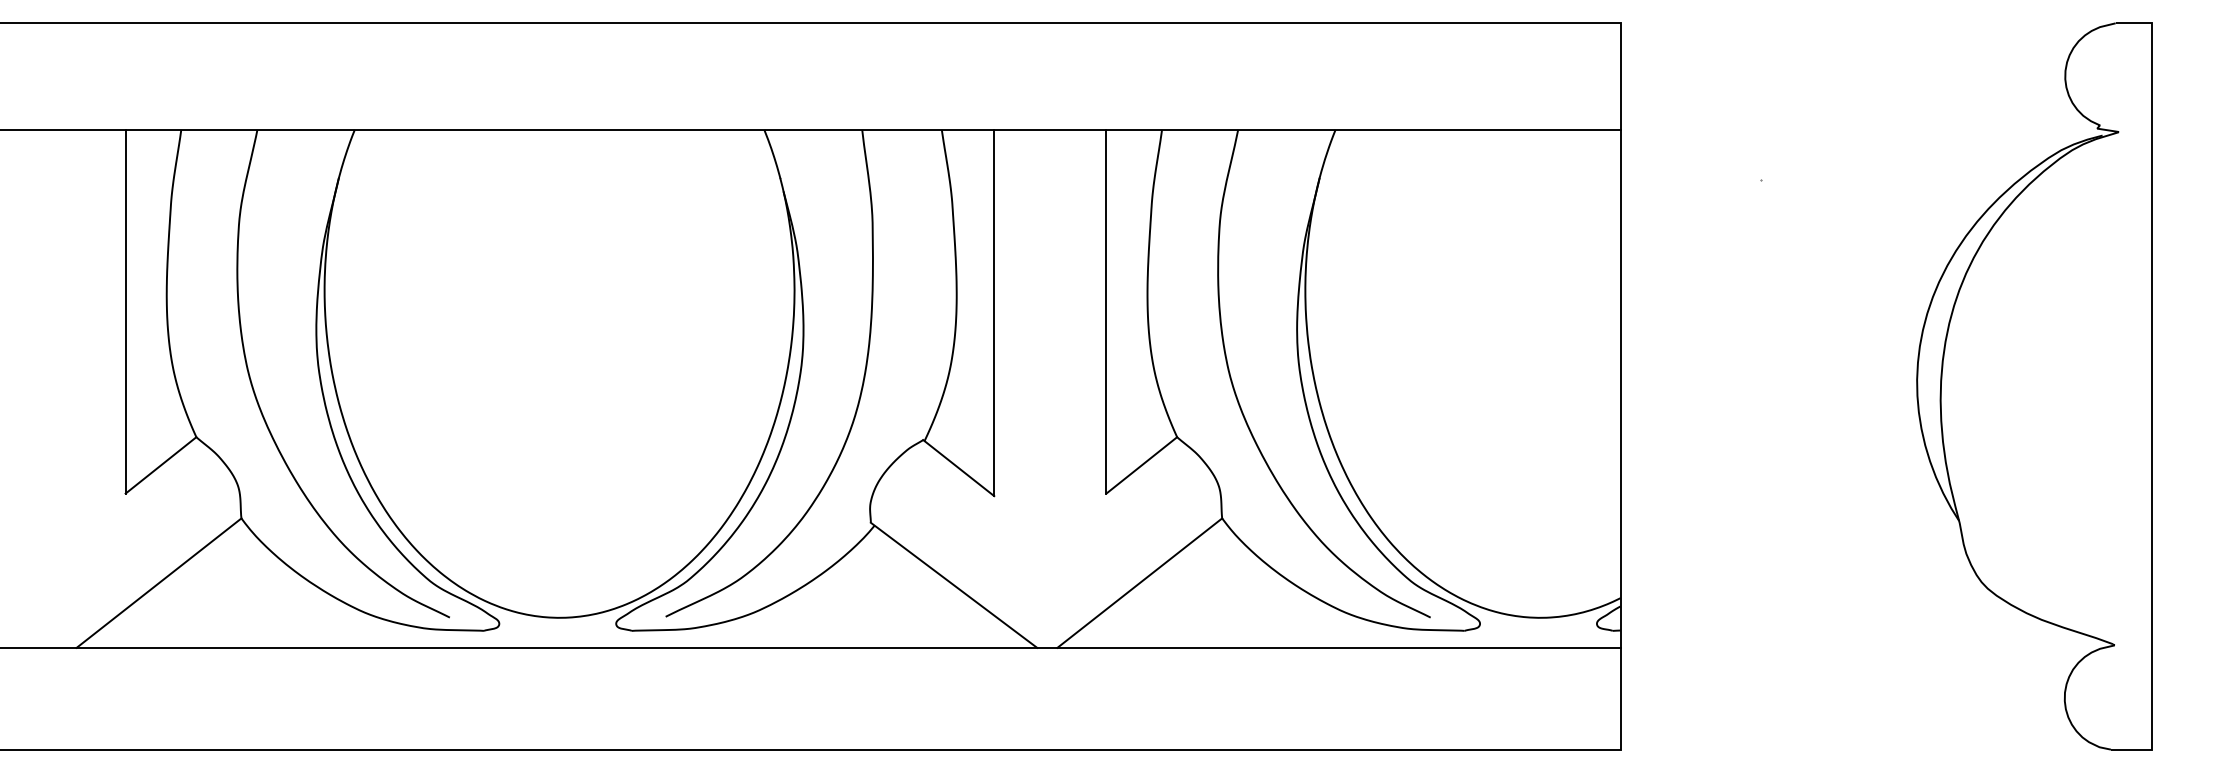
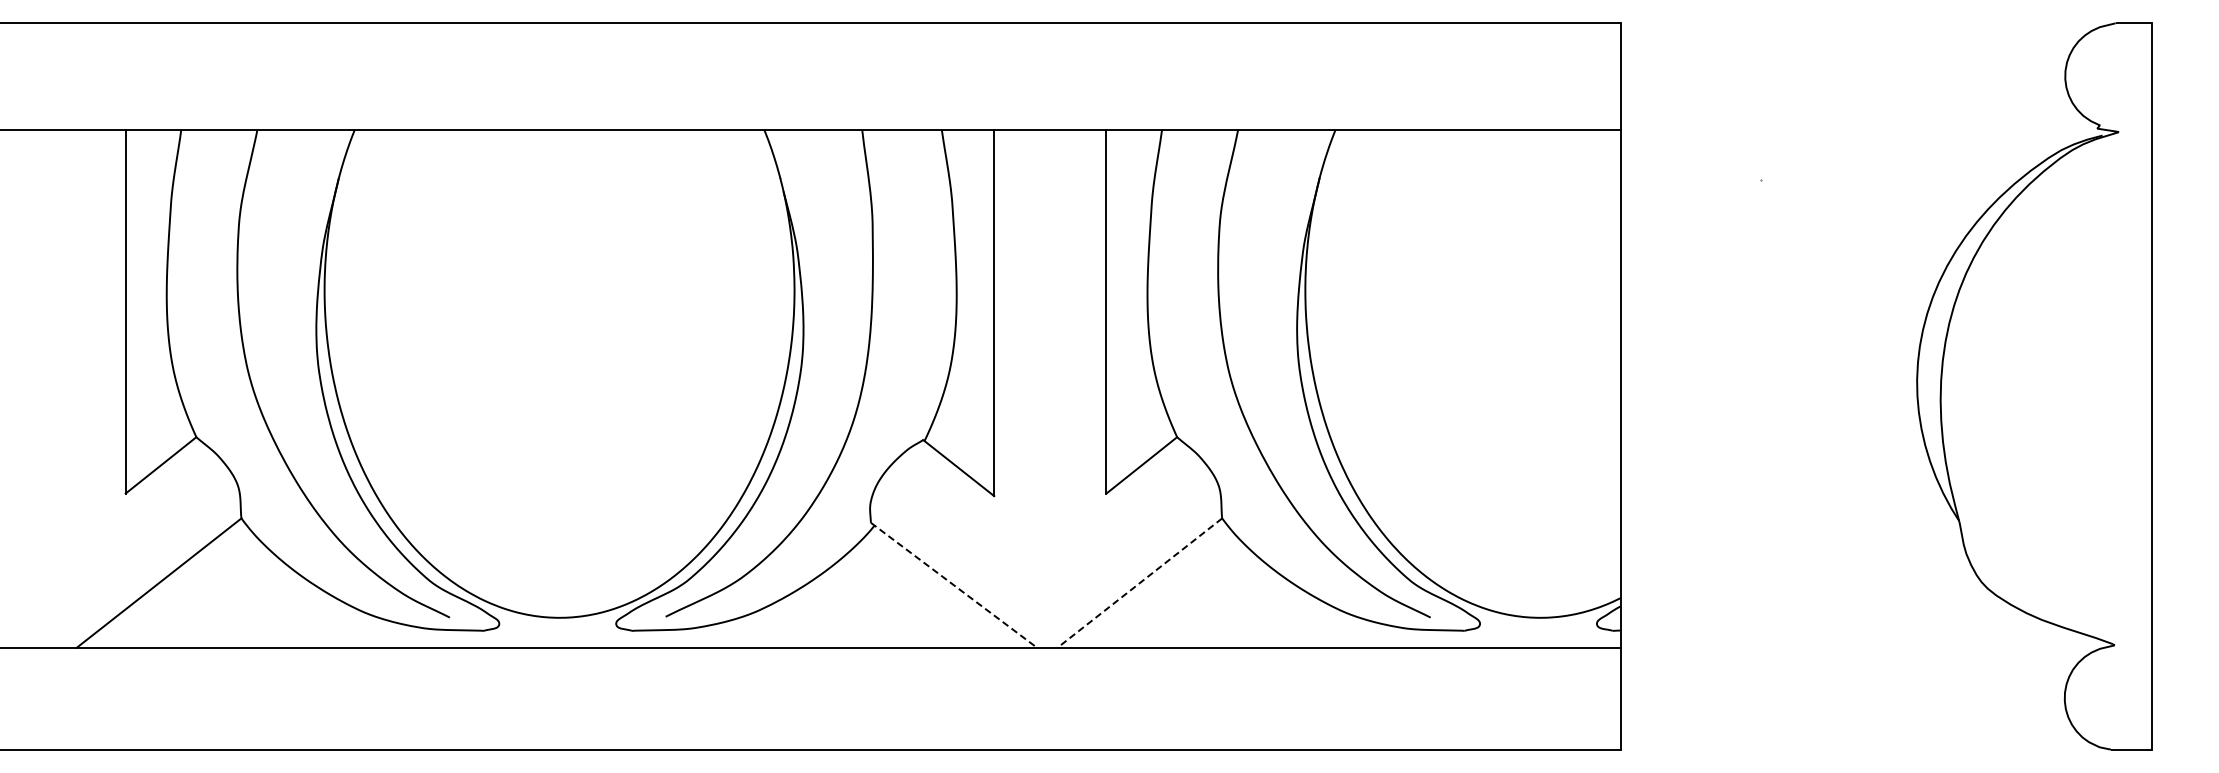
line at (1139, 583): solid -> dashed
line at (954, 585): solid -> dashed
